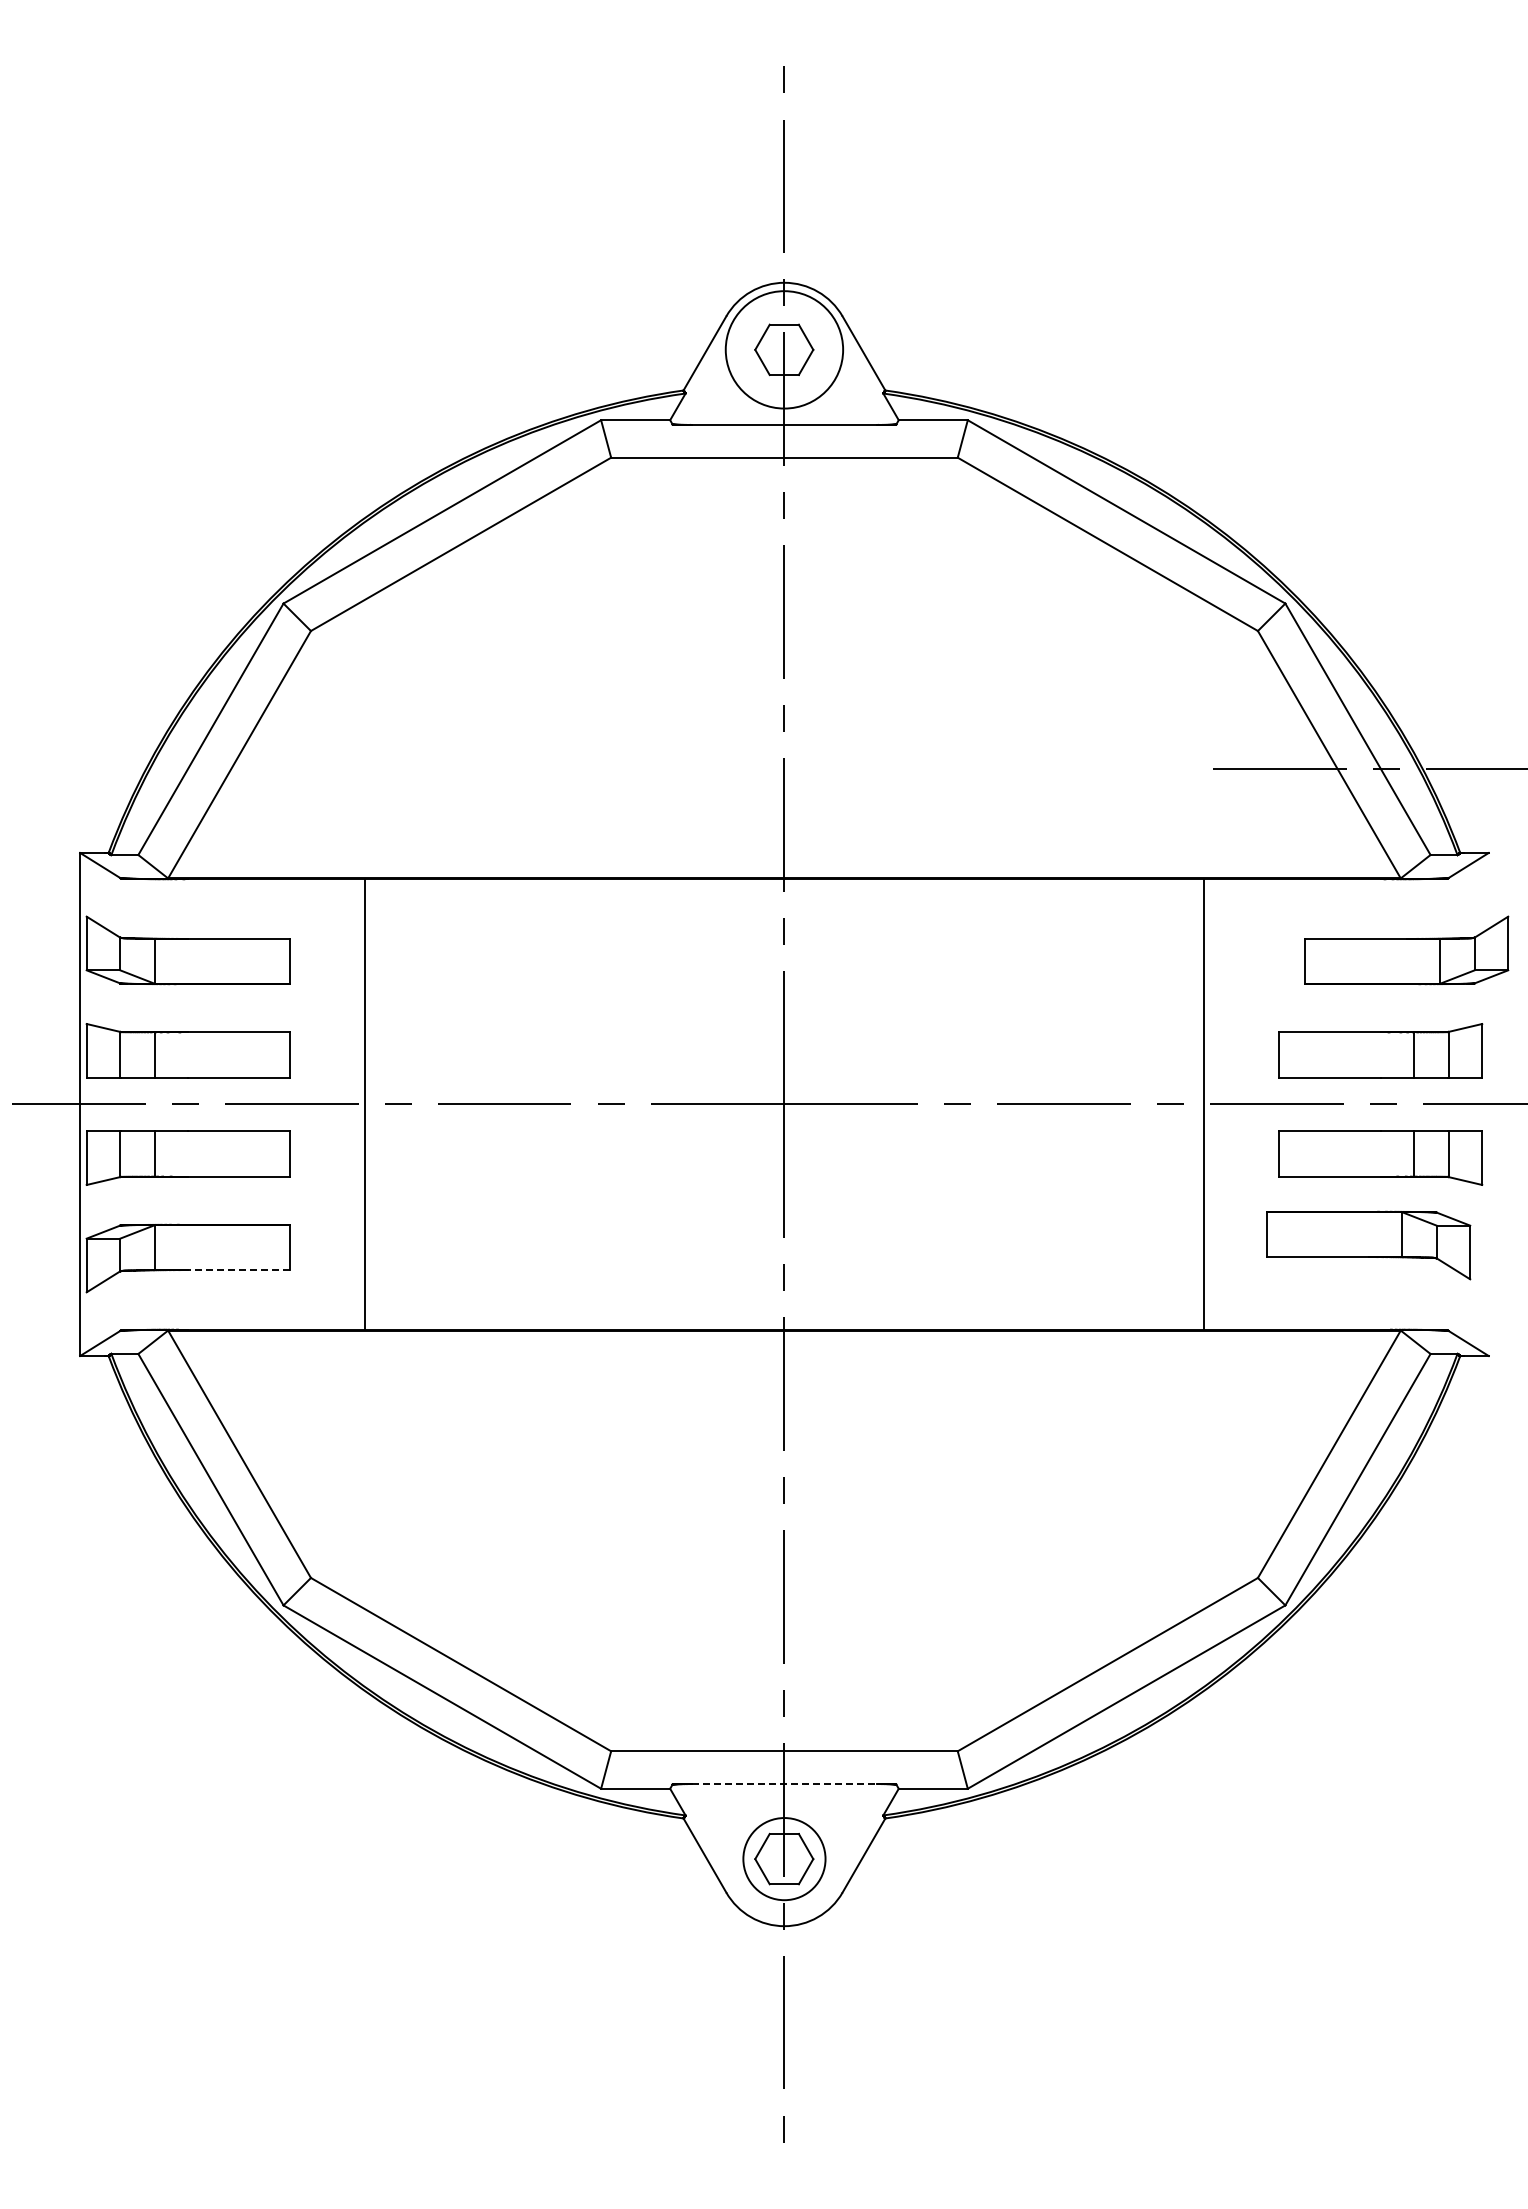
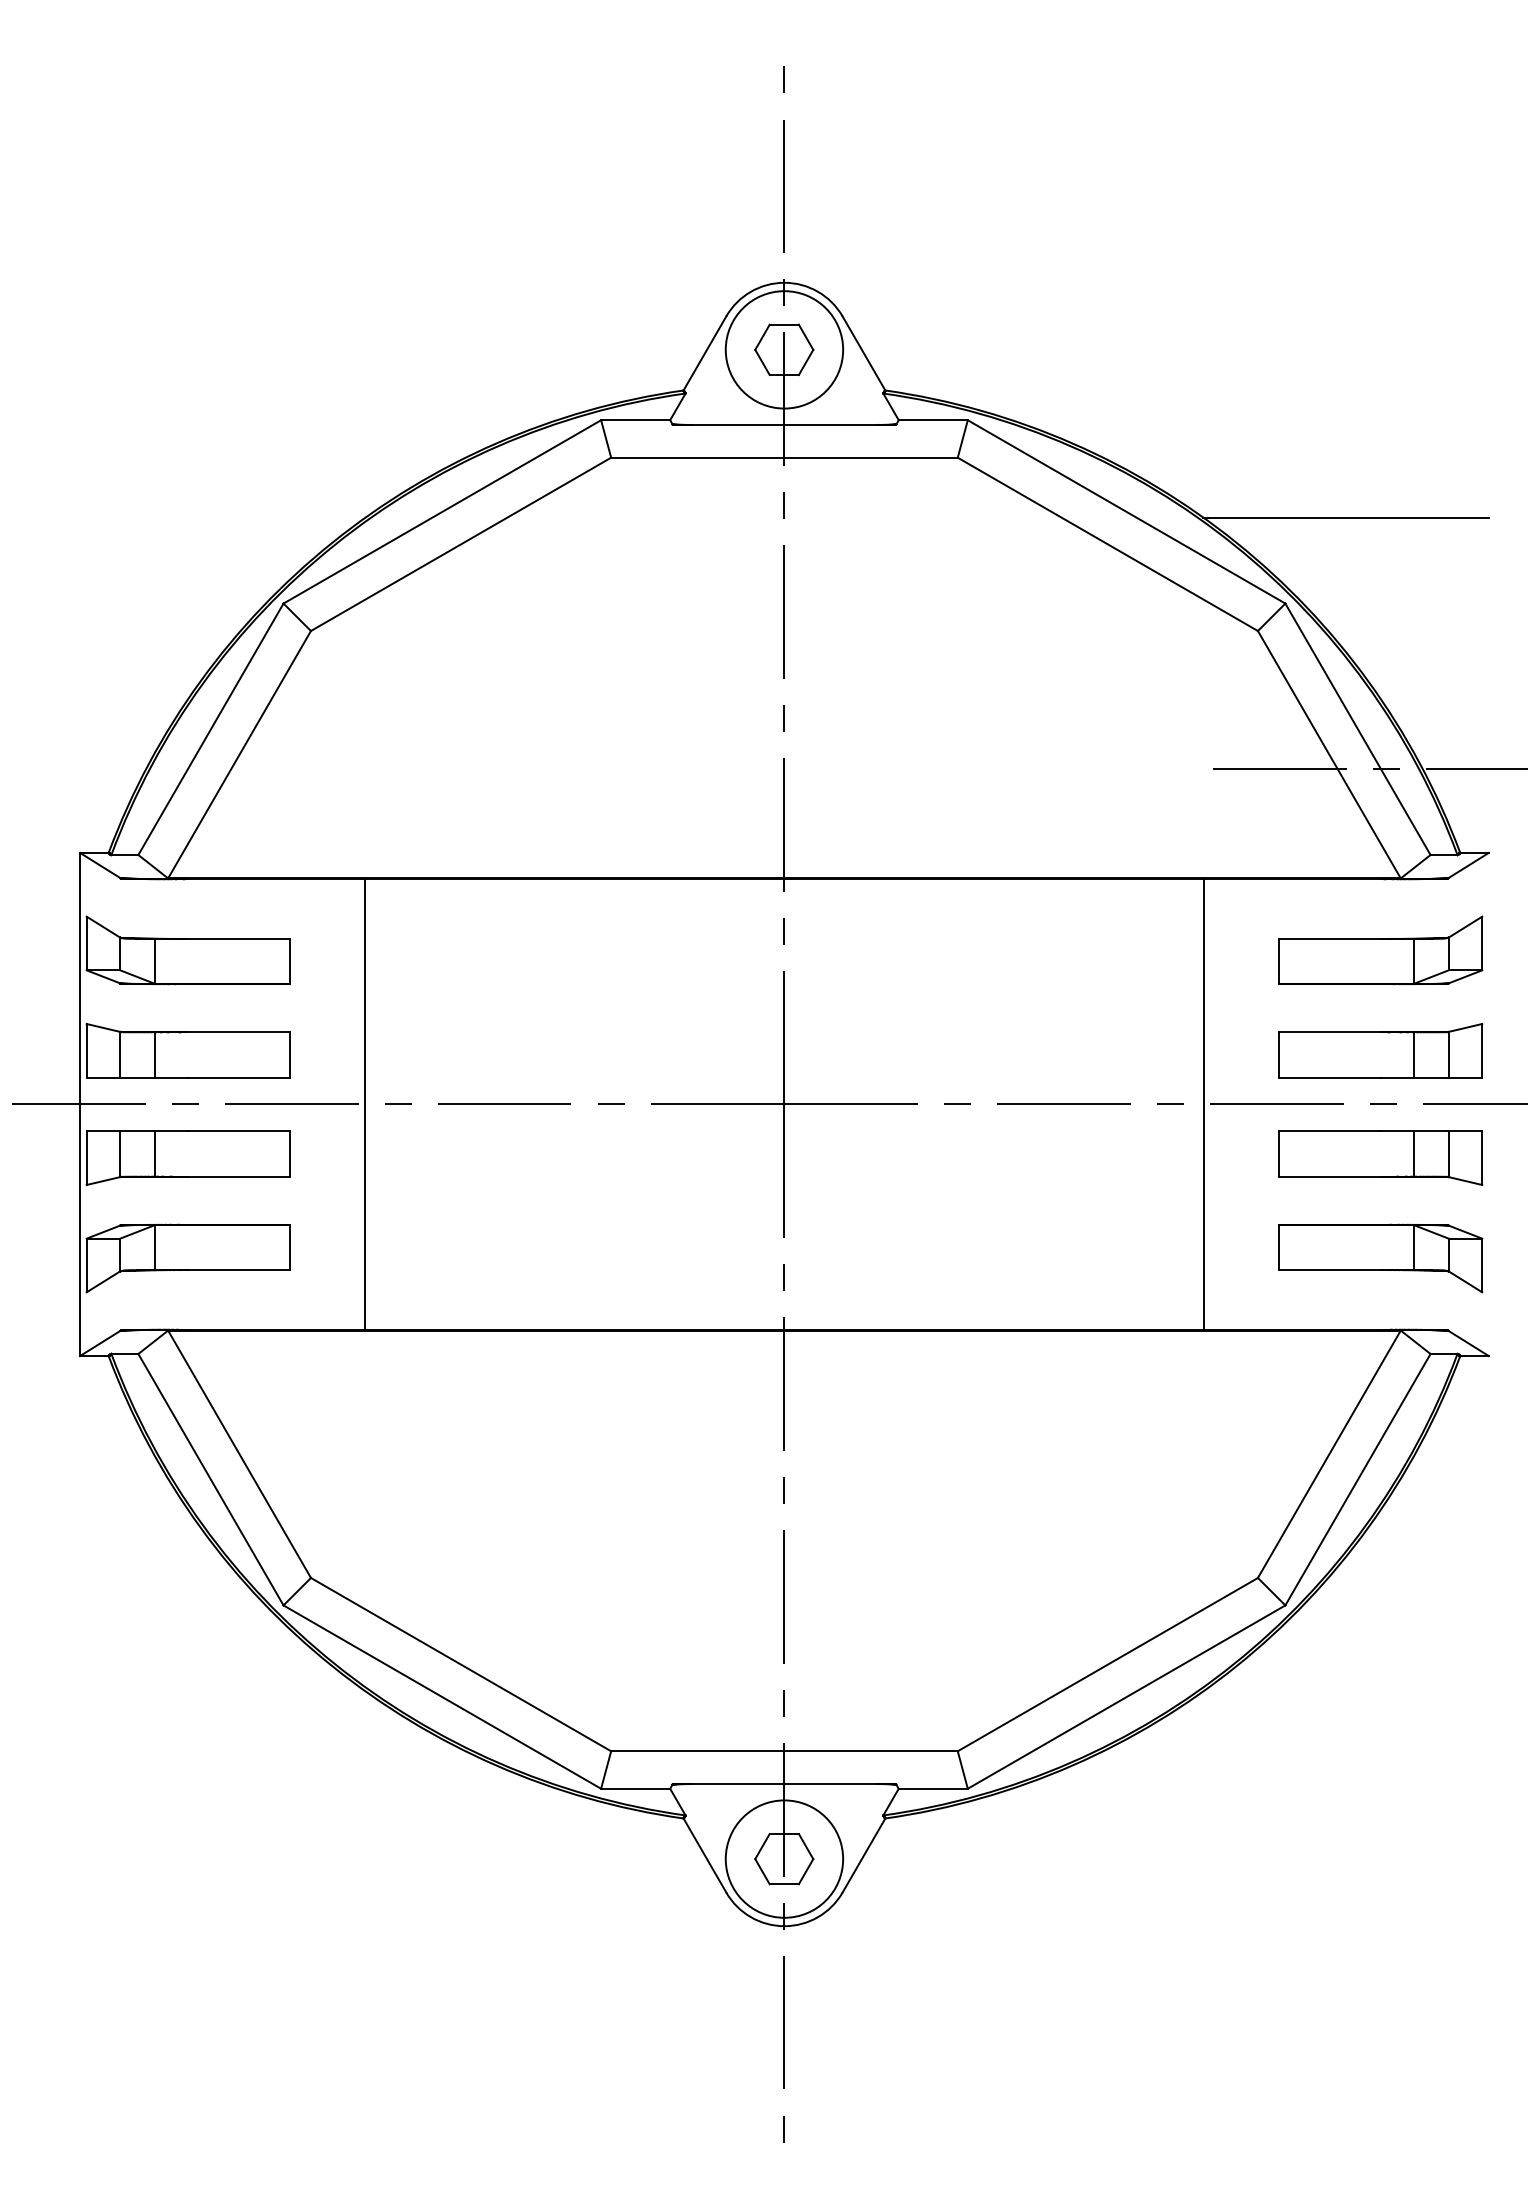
line at (1345, 517): none -> present
part at (1406, 950) position: (1406, 950) -> (1380, 950)
part at (1368, 1245) position: (1368, 1245) -> (1380, 1258)
line at (238, 1270): dashed -> solid
line at (784, 1784): dashed -> solid
circle at (784, 1859) diameter: 82 px -> 117 px
